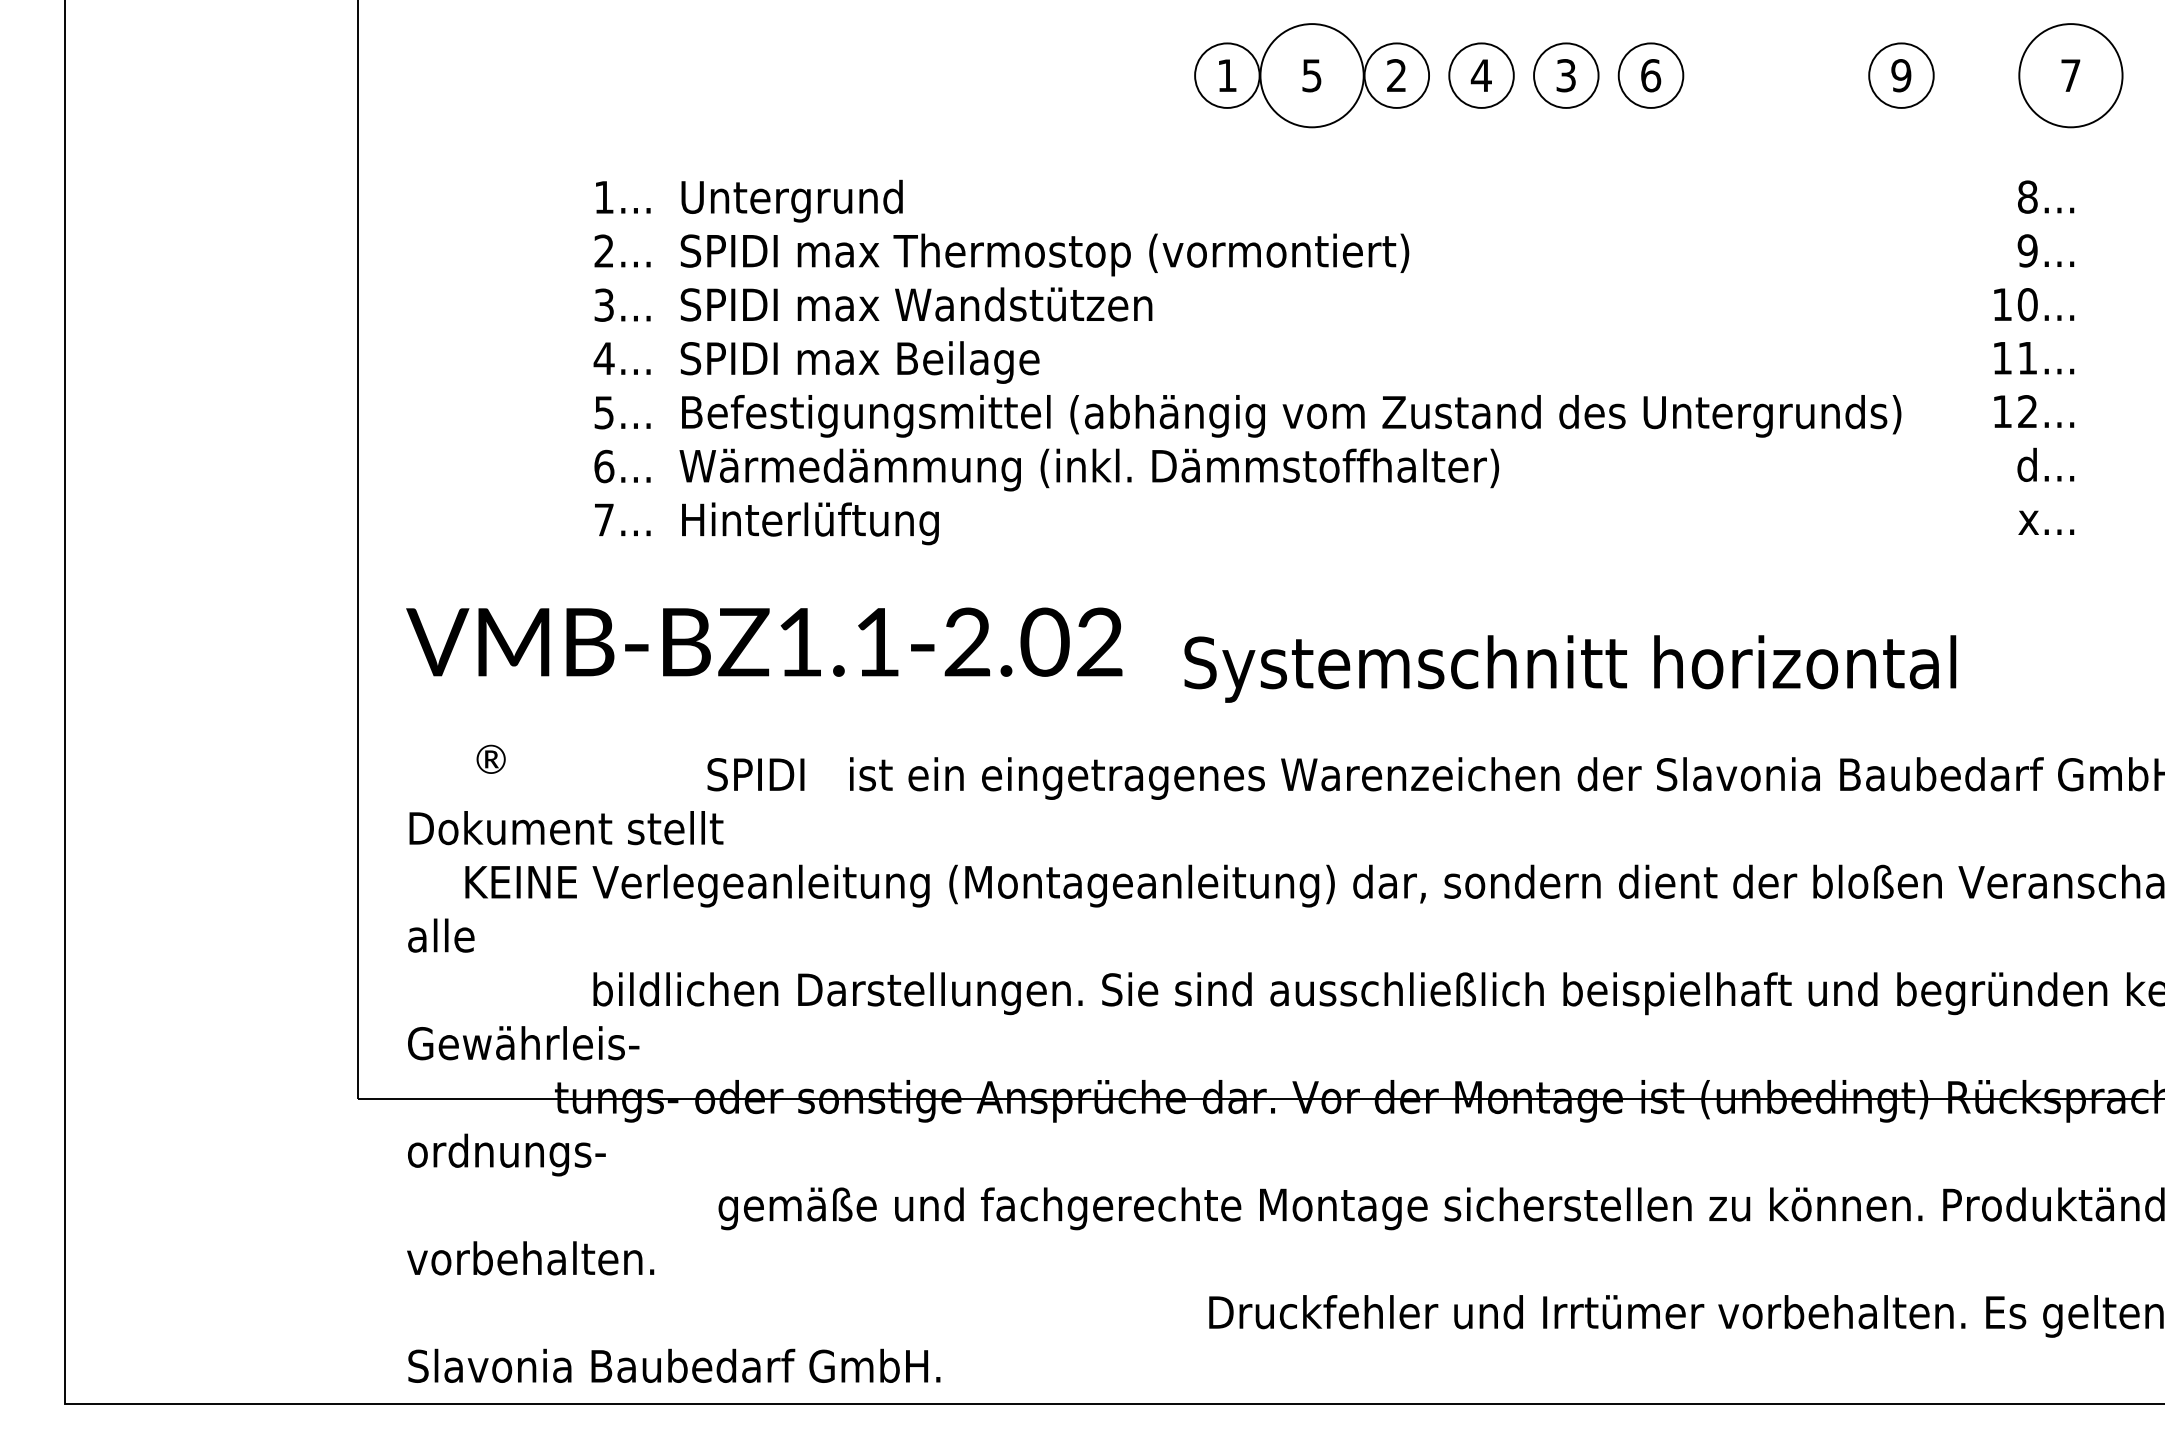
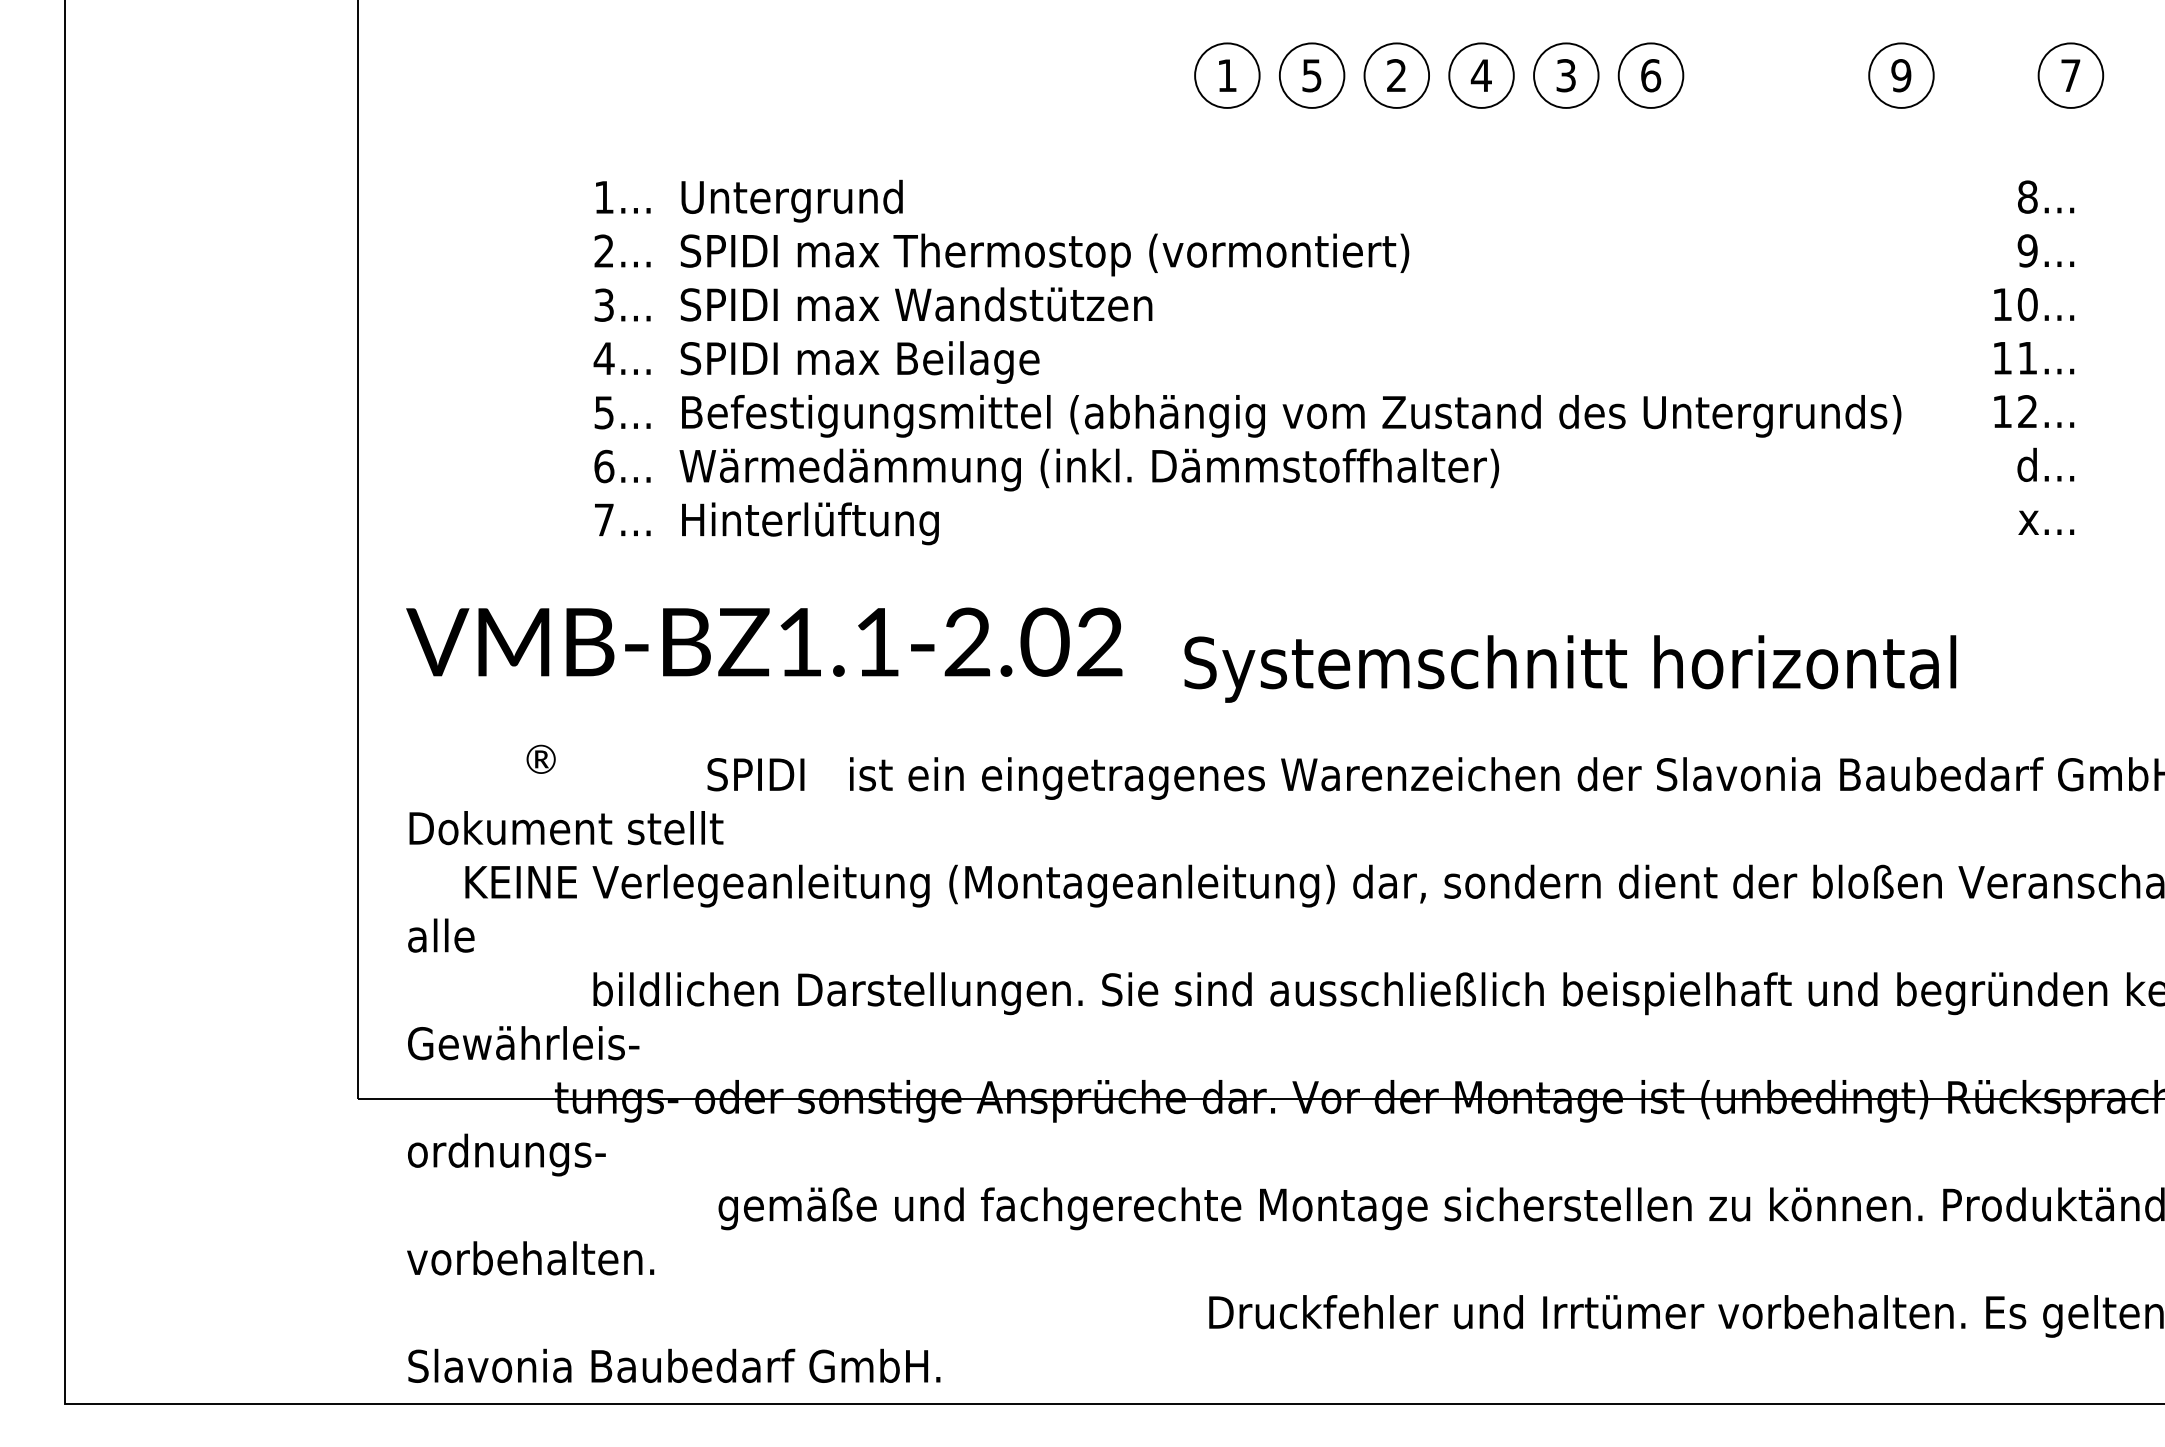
circle at (1311, 75) diameter: 103 px -> 65 px
circle at (2070, 75) diameter: 103 px -> 65 px
text at (490, 758) position: (490, 758) -> (540, 758)
